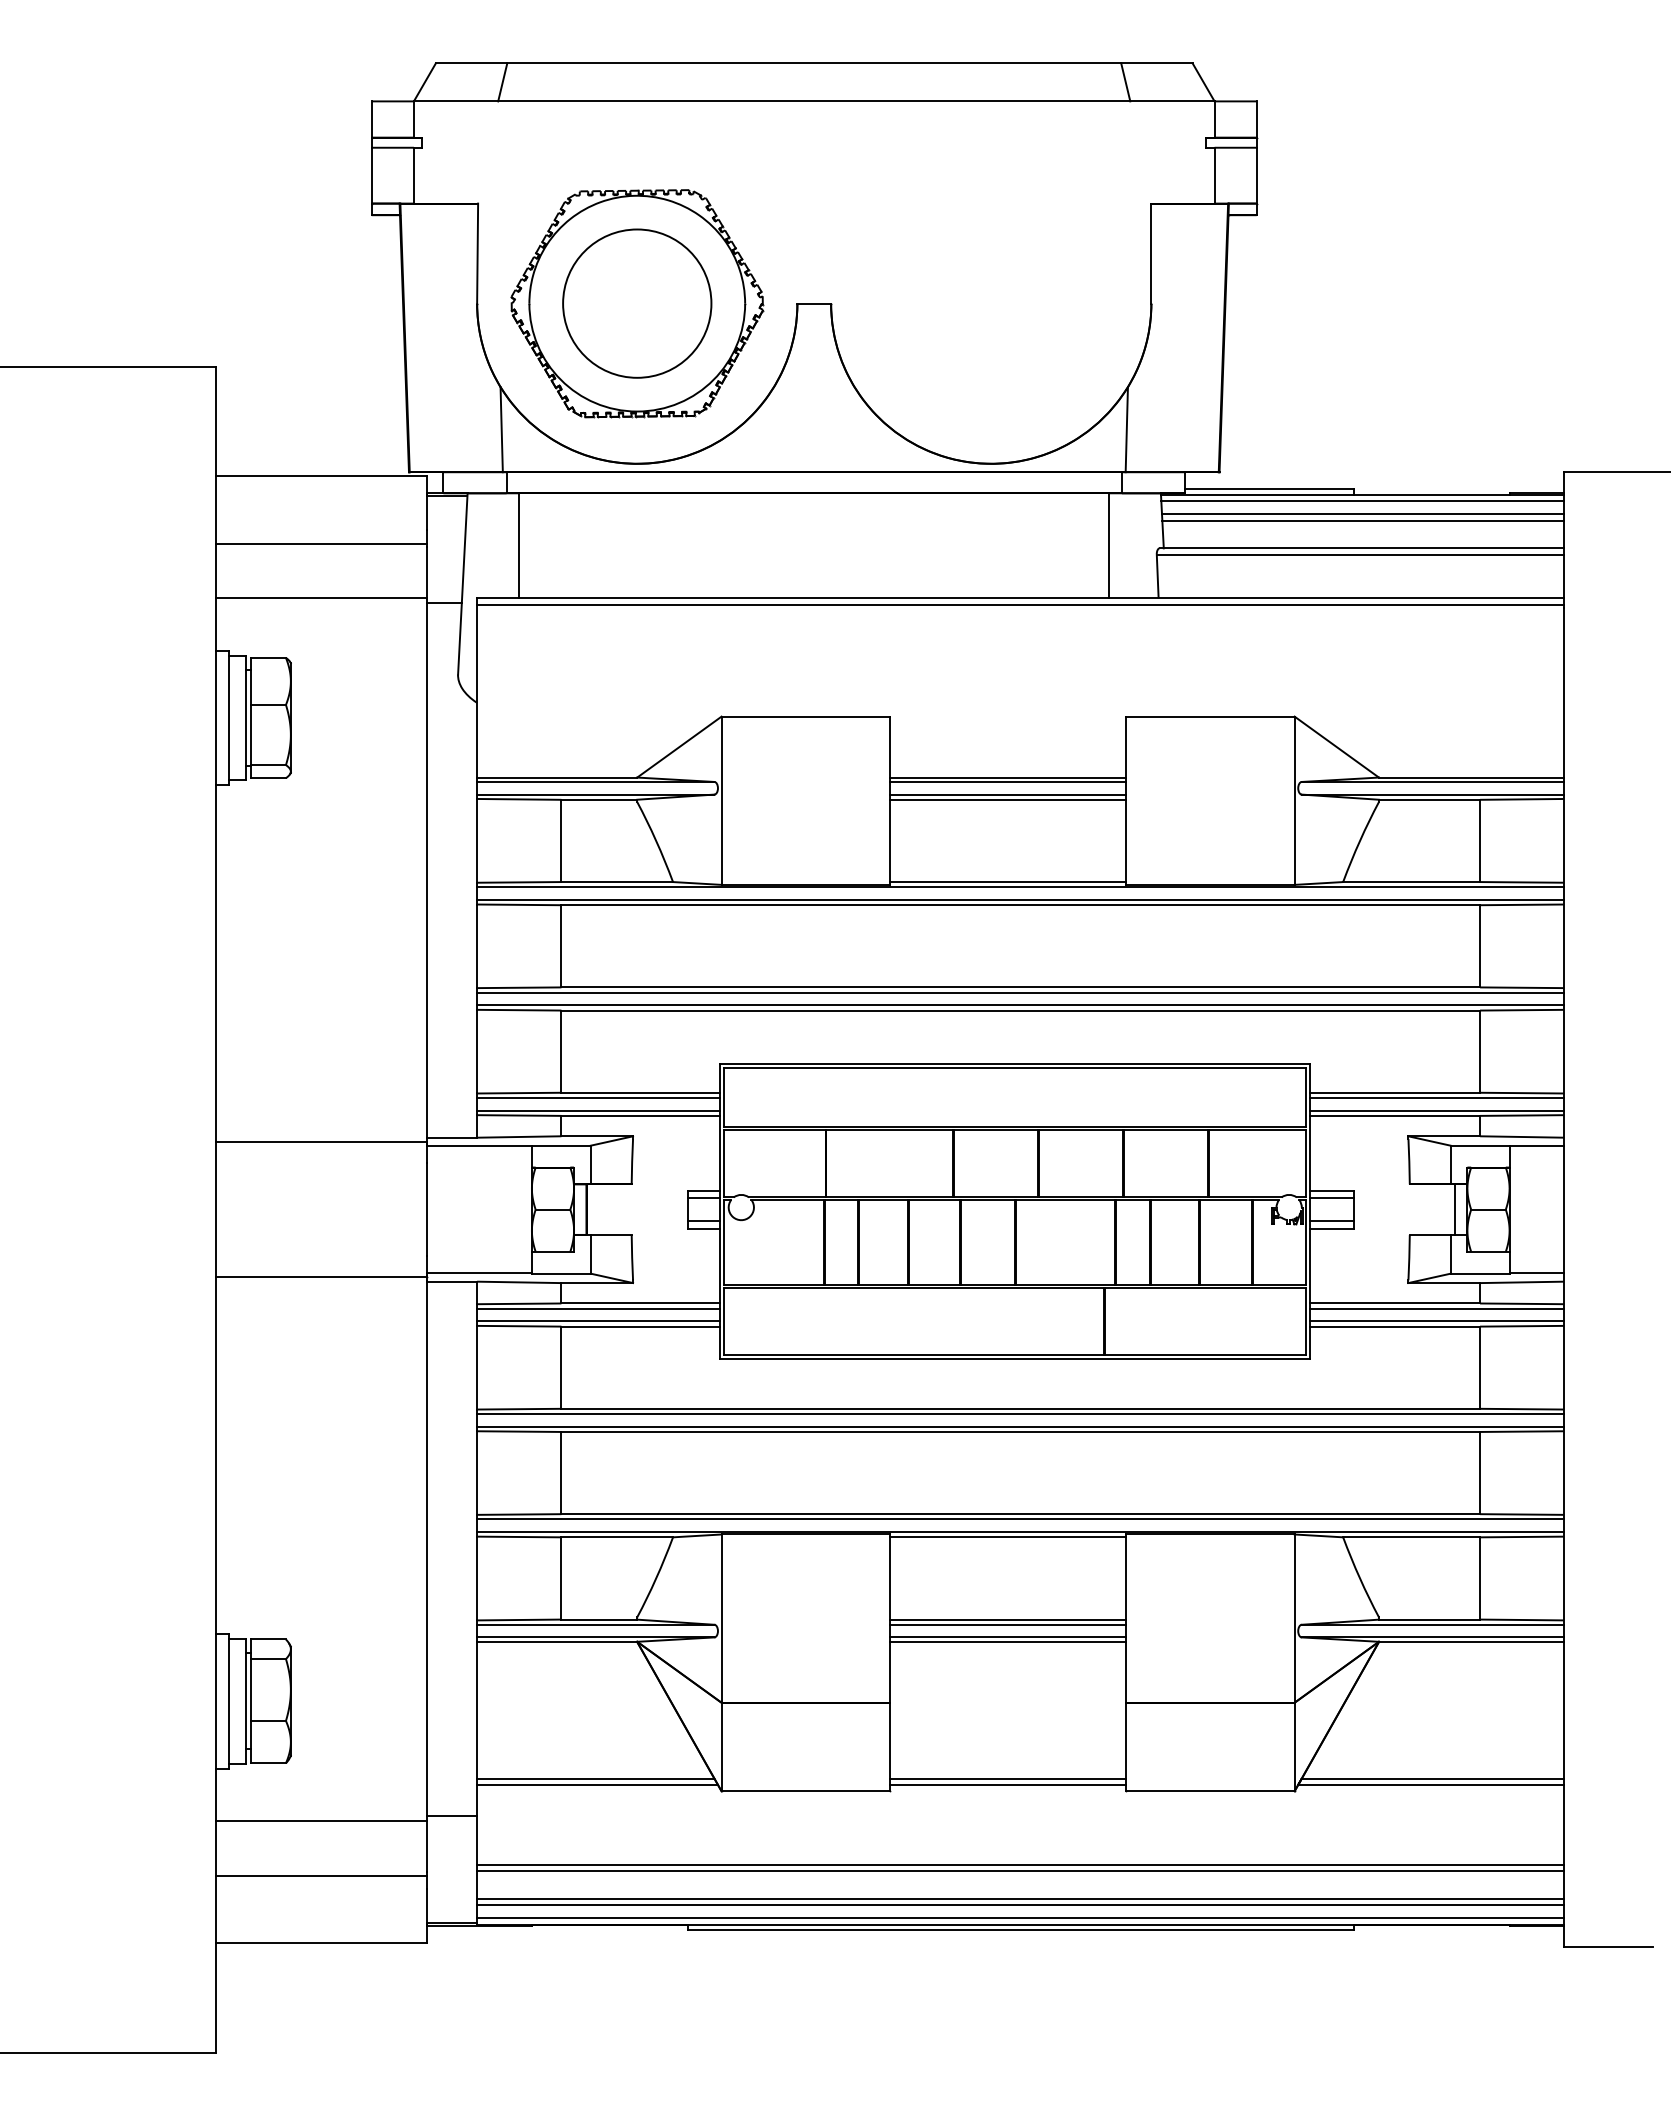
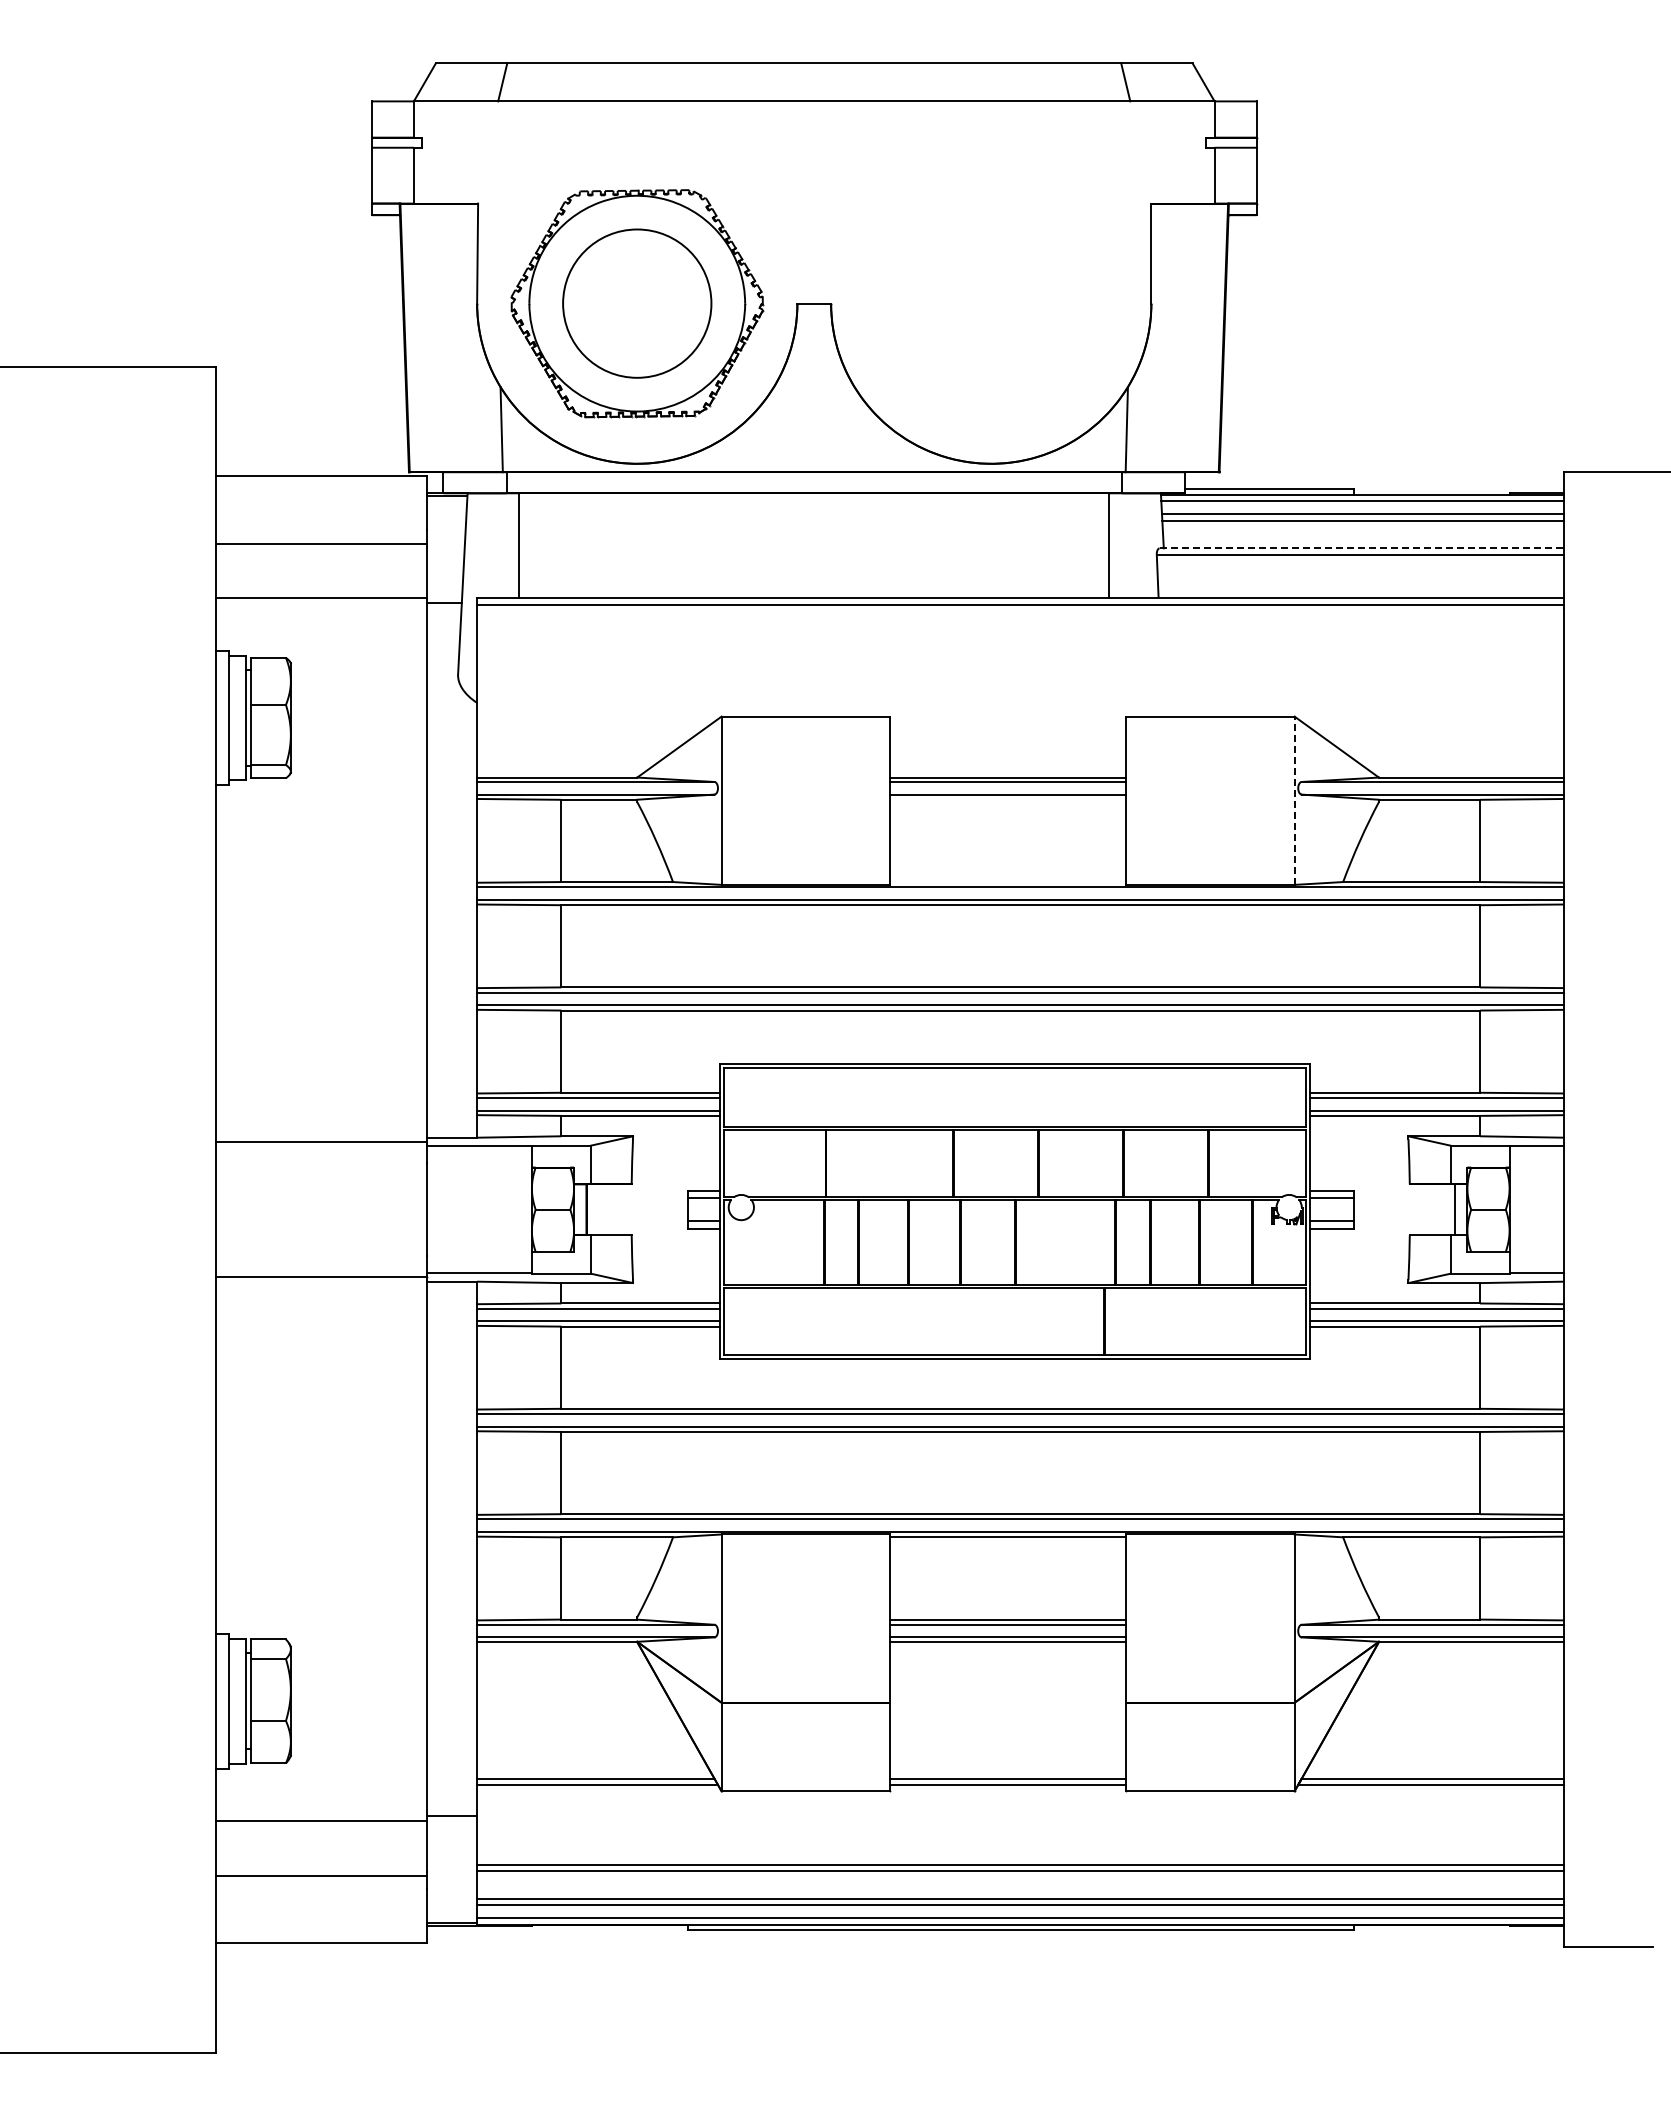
line at (1362, 548): solid -> dashed
line at (1008, 799): present -> none
line at (1294, 800): solid -> dashed
line at (1008, 882): present -> none
